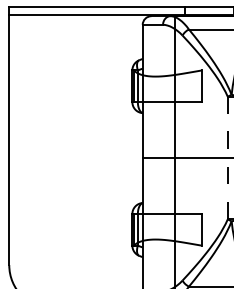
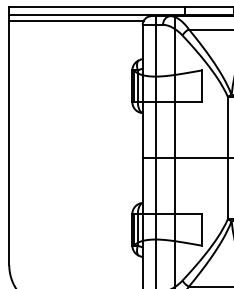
line at (76, 20): none -> present
line at (155, 150): none -> present
line at (227, 157): dashed -> solid
